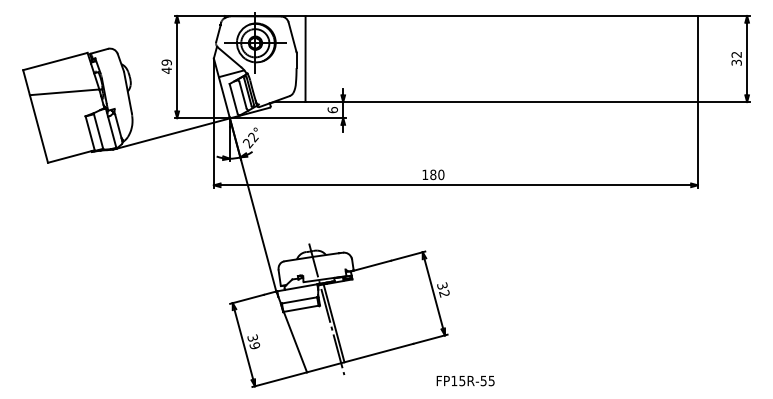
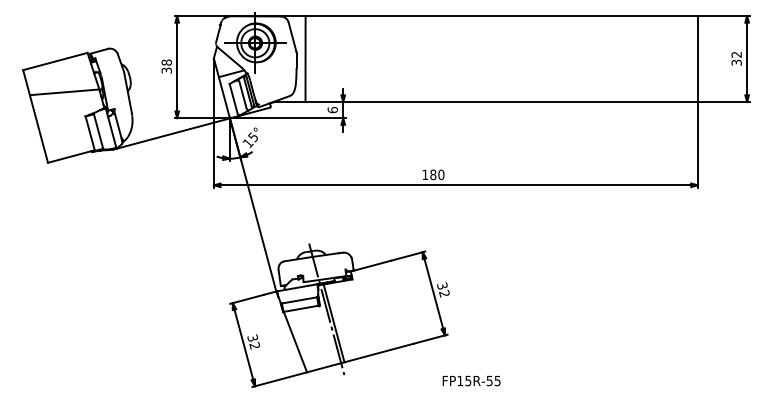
text at (166, 66): 49 -> 38
text at (250, 140): 22° -> 15°
text at (254, 345): 39 -> 32
text at (465, 381) position: (465, 381) -> (471, 381)
